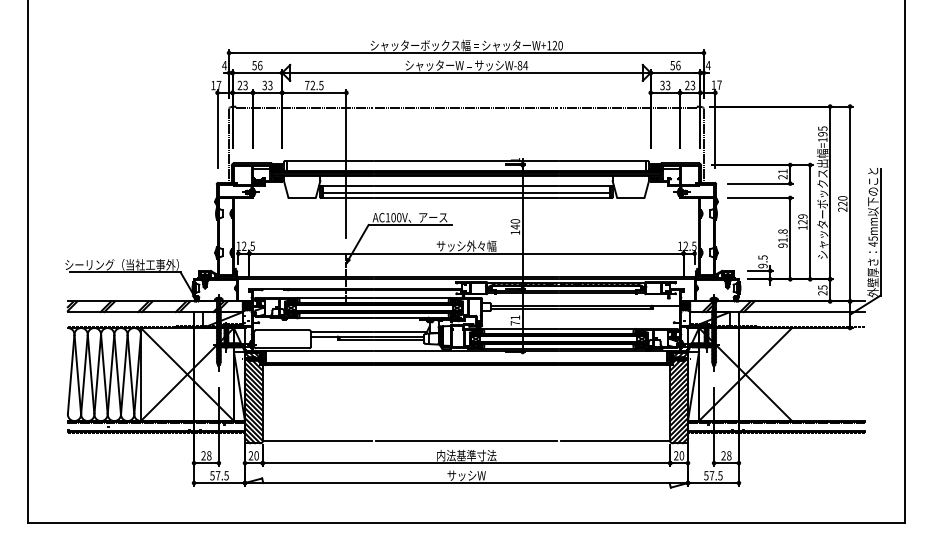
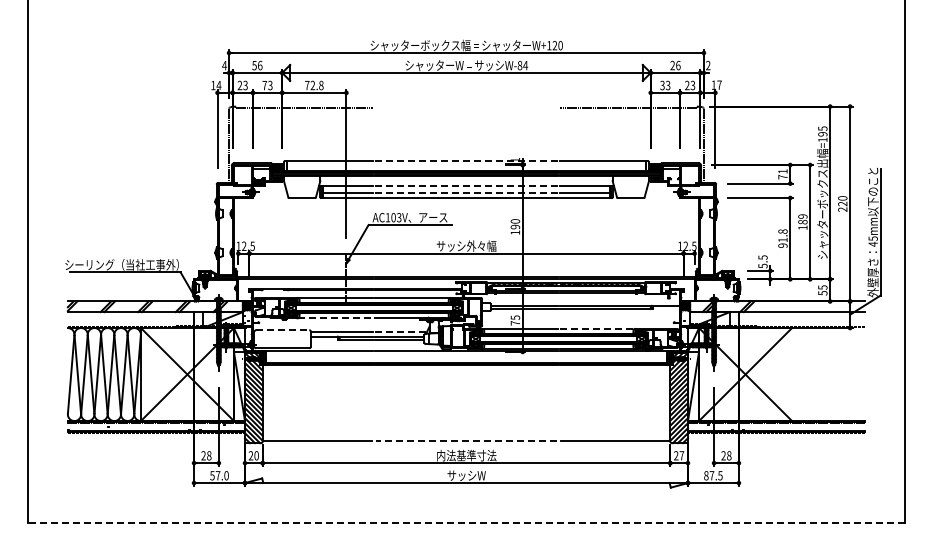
text at (672, 65): 56 -> 26
text at (707, 65): 4 -> 2
text at (321, 84): 72.5 -> 72.8
text at (218, 85): 17 -> 14
text at (264, 85): 33 -> 73
line at (466, 107): present -> none
line at (466, 161): solid -> dashed
text at (782, 176): 21 -> 71
line at (466, 186): solid -> dashed
line at (466, 193): solid -> dashed
text at (399, 217): AC100V -> AC103V
text at (802, 221): 129 -> 189
text at (515, 226): 140 -> 190
text at (762, 265): 9.5 -> 5.5
text at (822, 293): 25 -> 55
text at (515, 317): 71 -> 75
line at (335, 318): solid -> dashed
line at (598, 328): solid -> dashed
line at (282, 330): solid -> dashed
line at (401, 331): solid -> dashed
line at (466, 440): solid -> dashed
text at (681, 455): 20 -> 27
text at (226, 475): 57.5 -> 57.0
text at (706, 475): 57.5 -> 87.5
line at (466, 522): solid -> dashed
